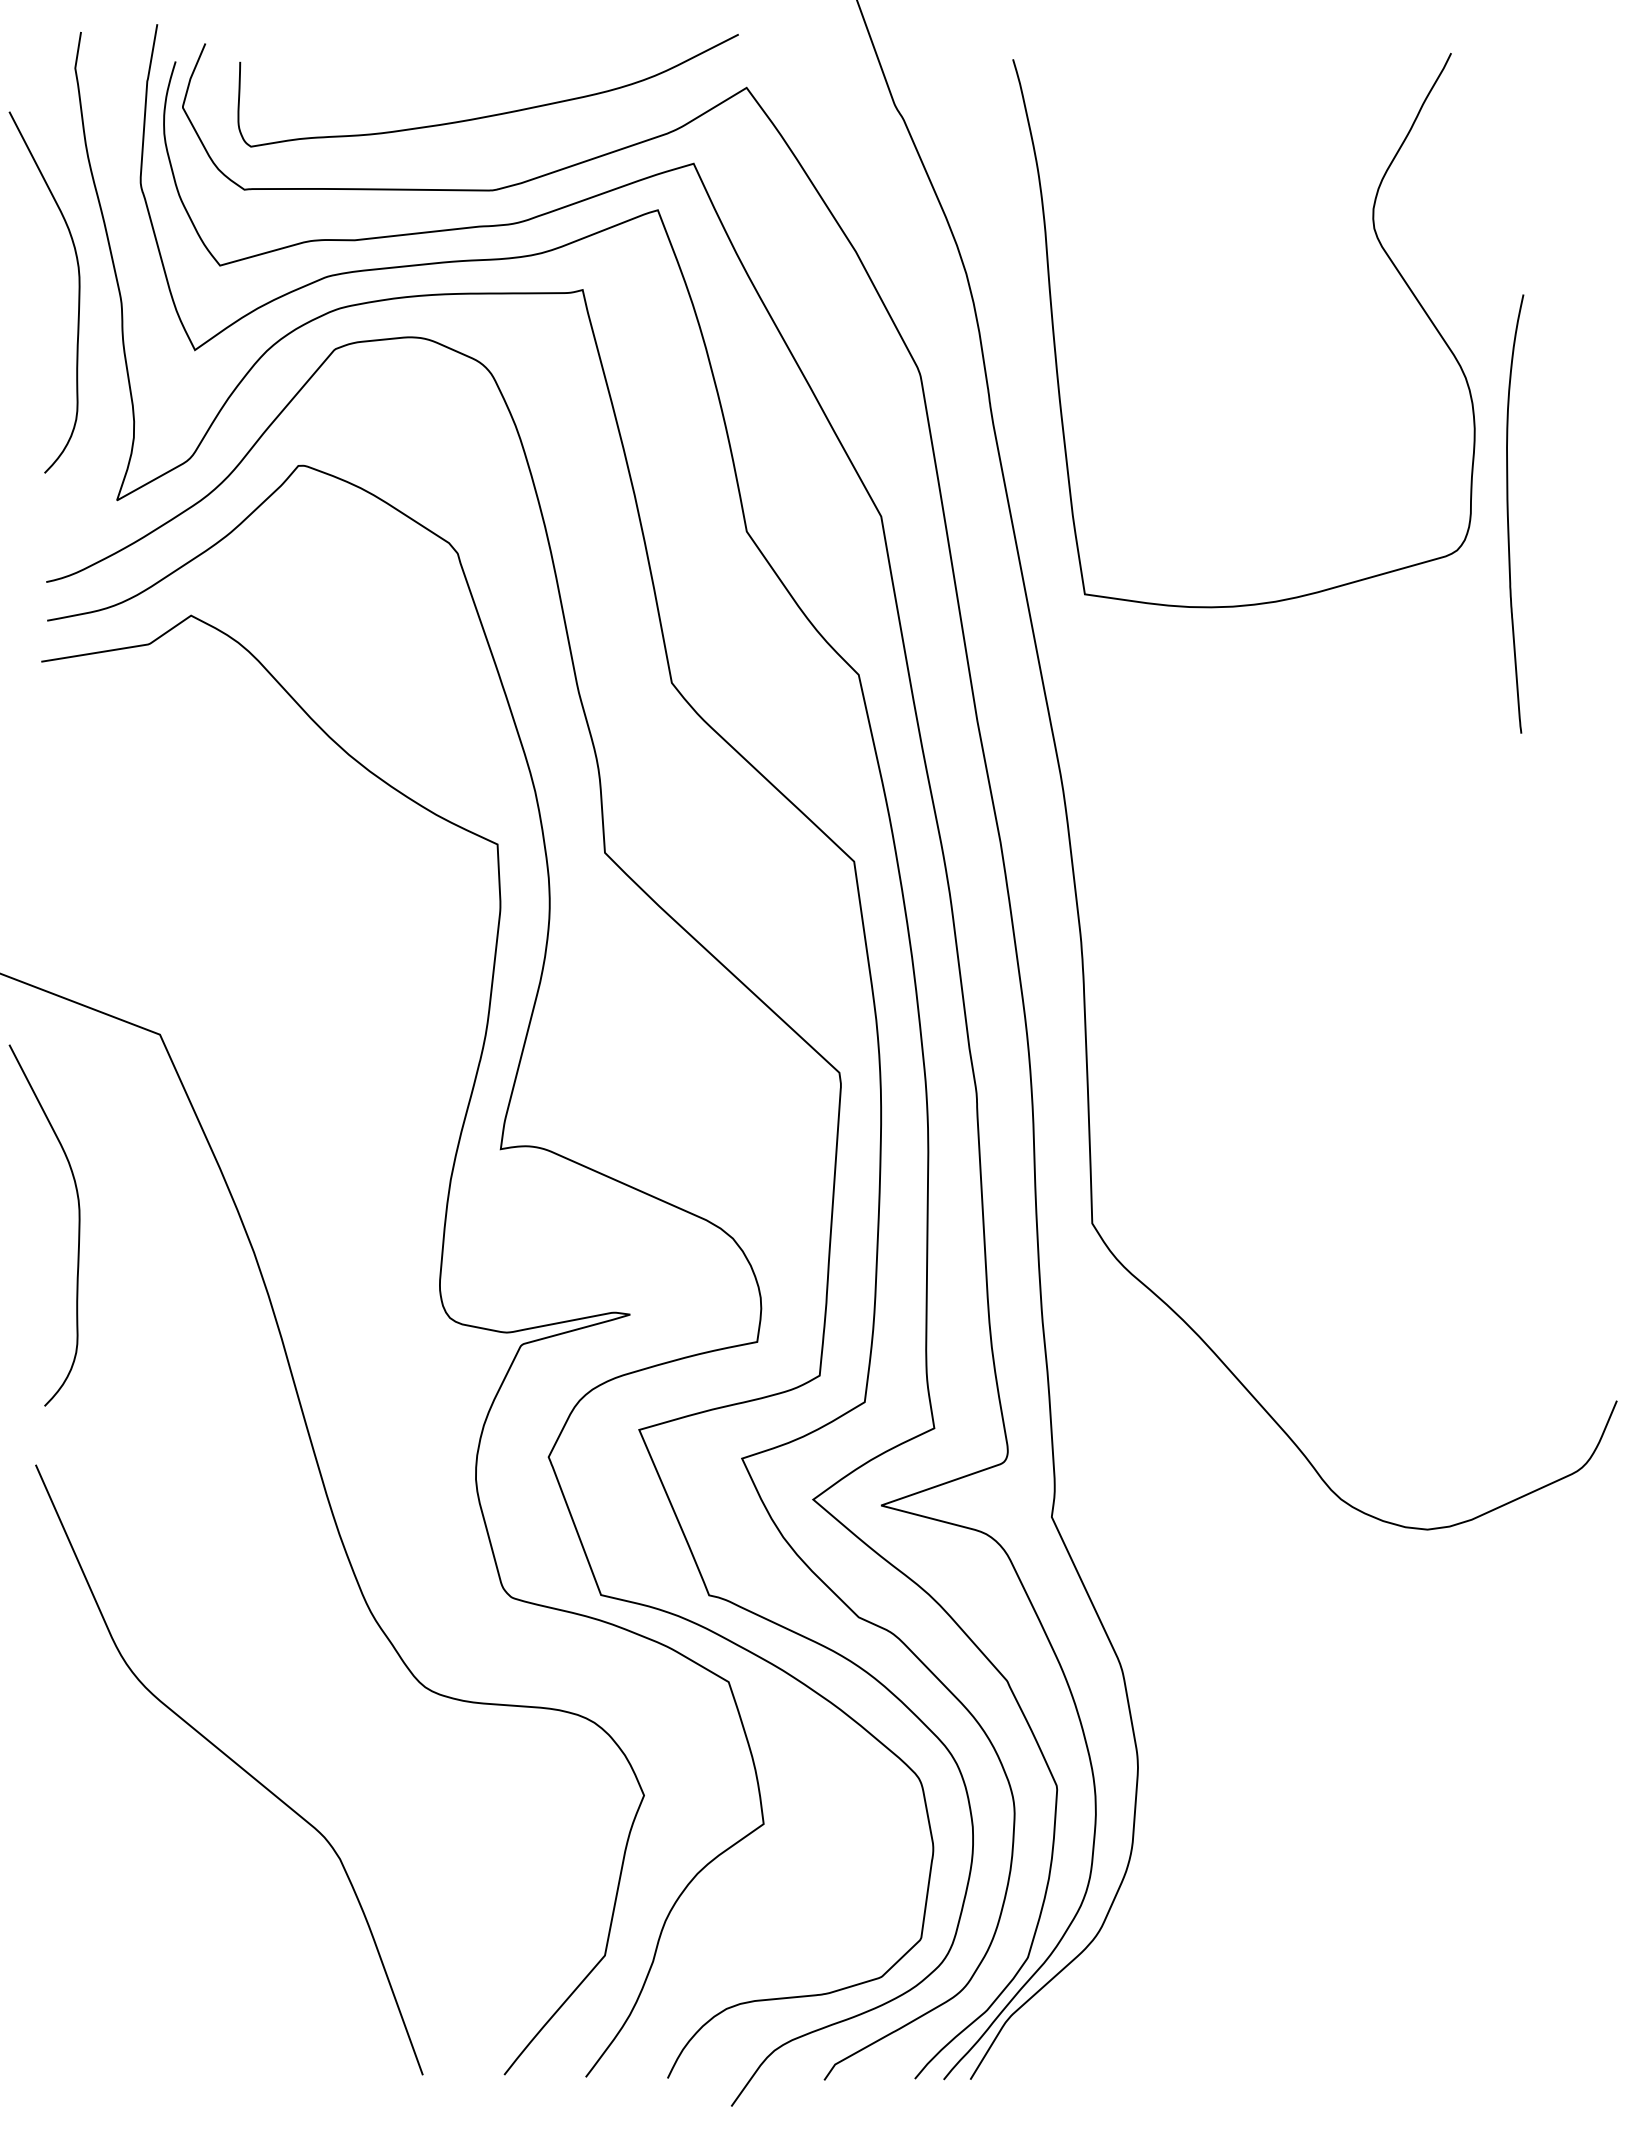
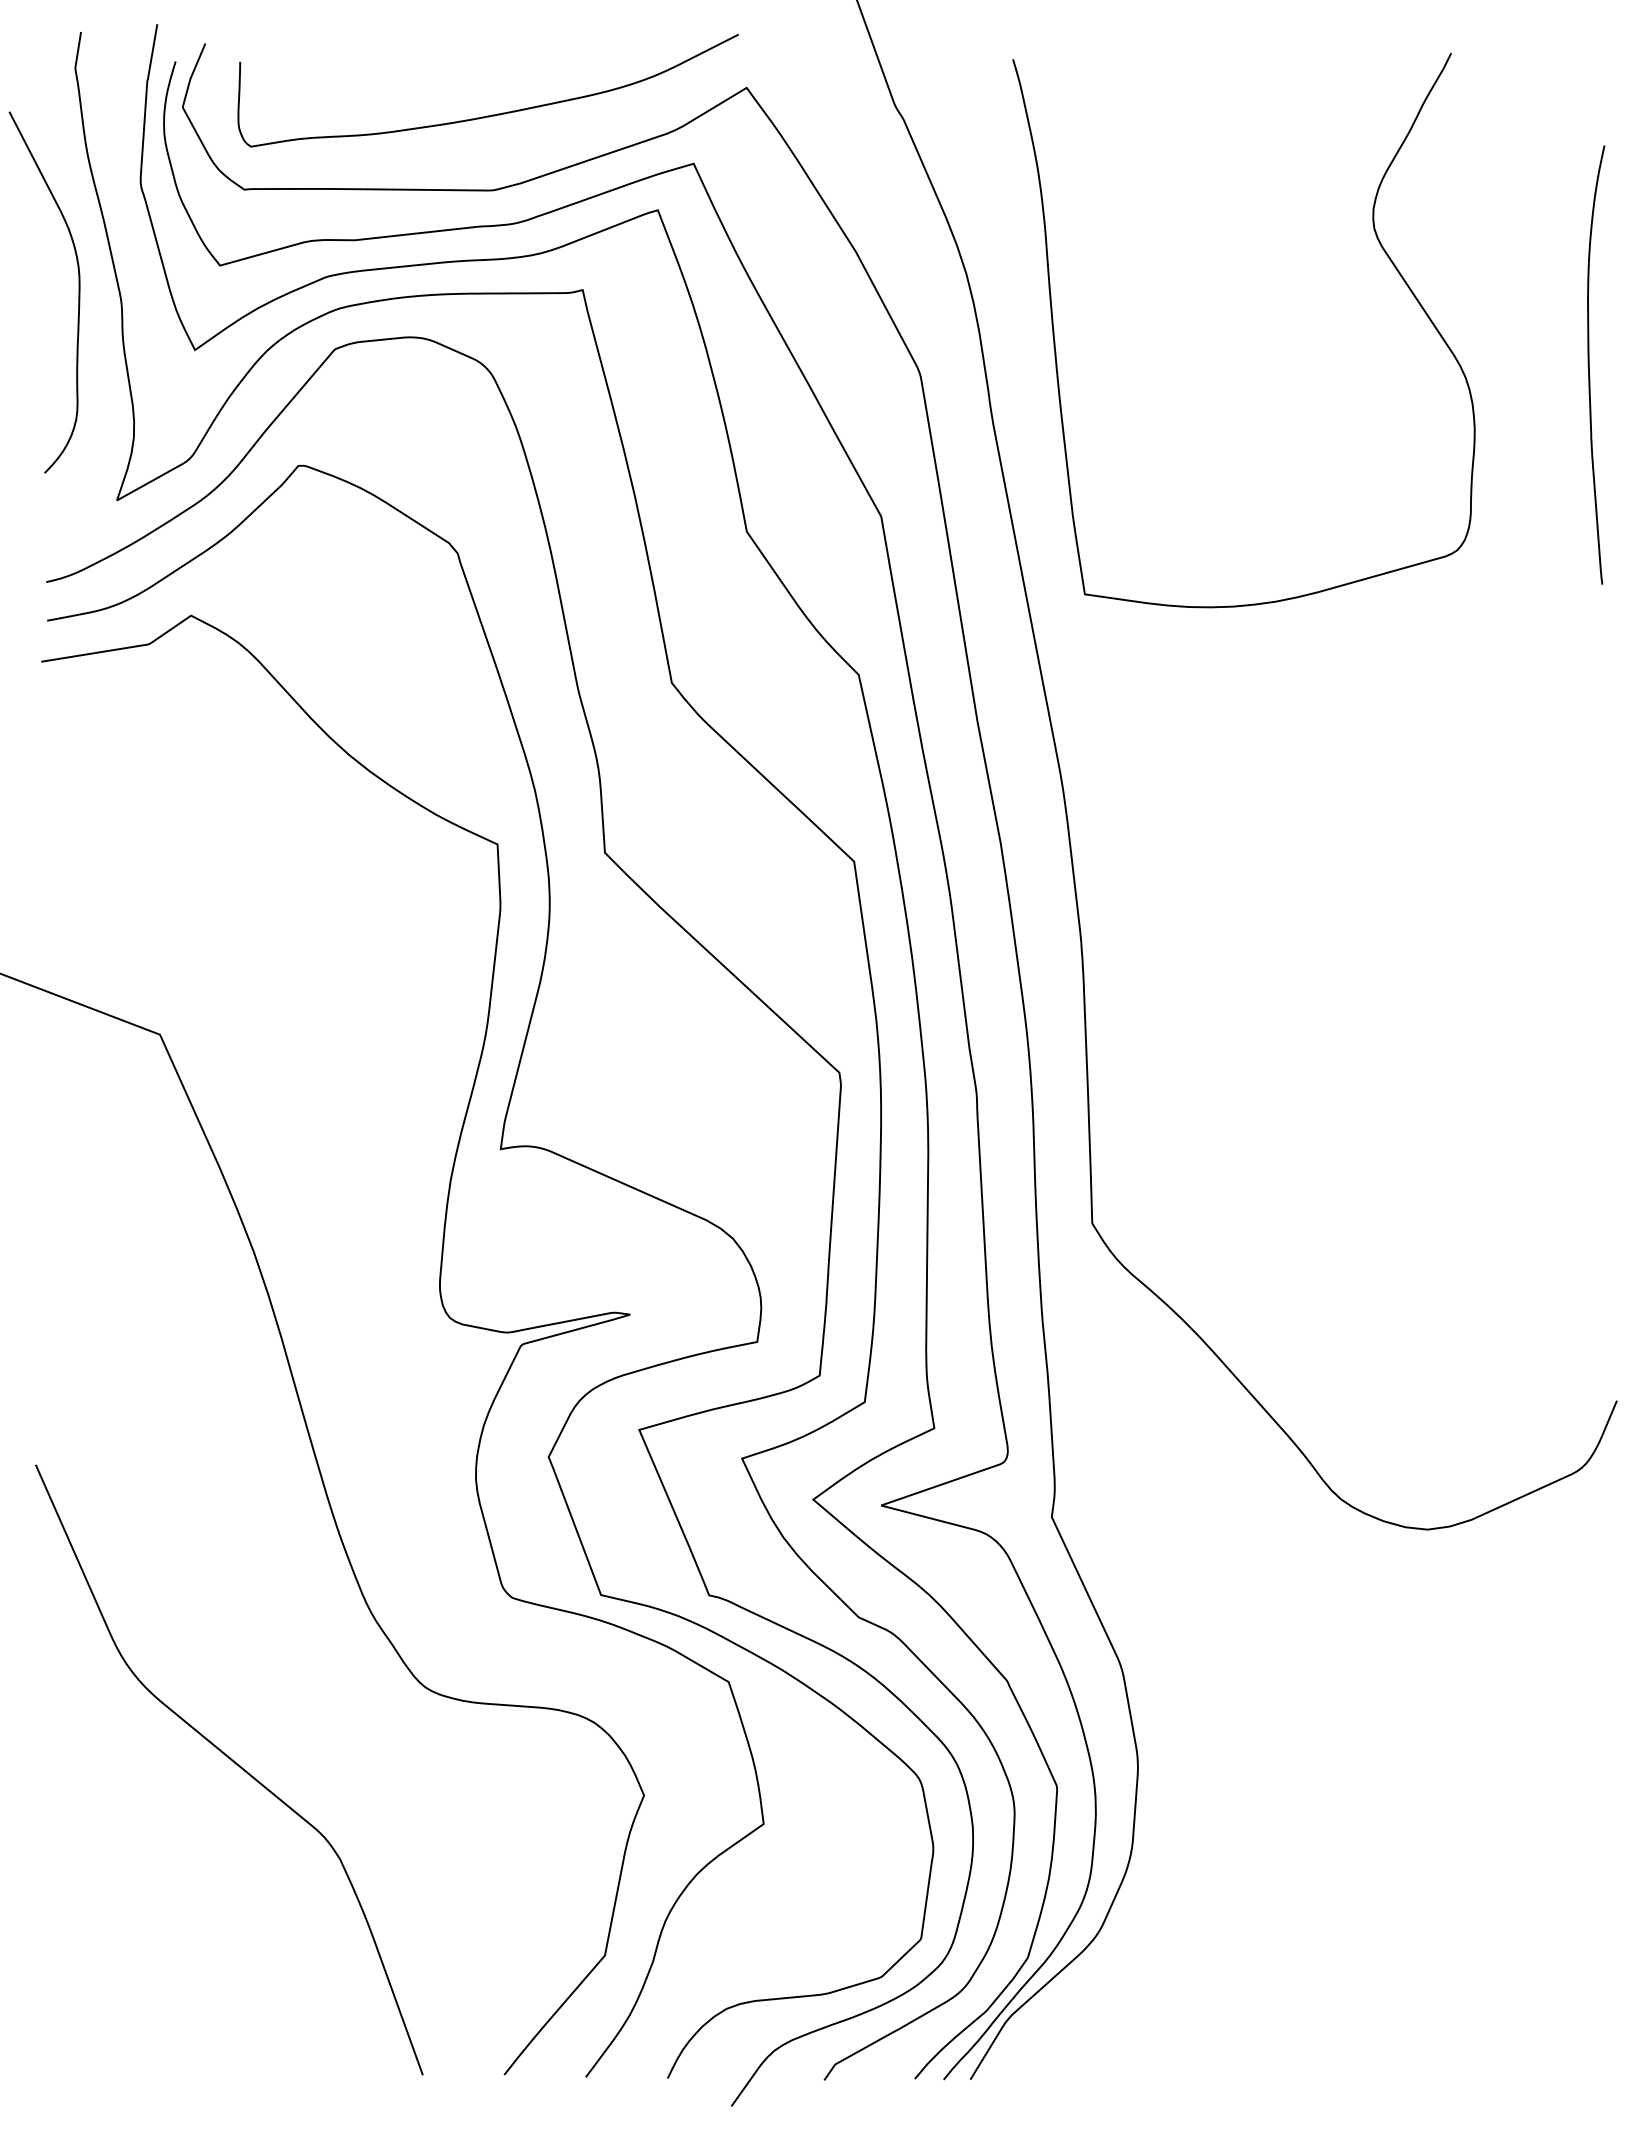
curve at (1508, 513) position: (1508, 513) -> (1589, 364)
curve at (78, 1225): present -> none
